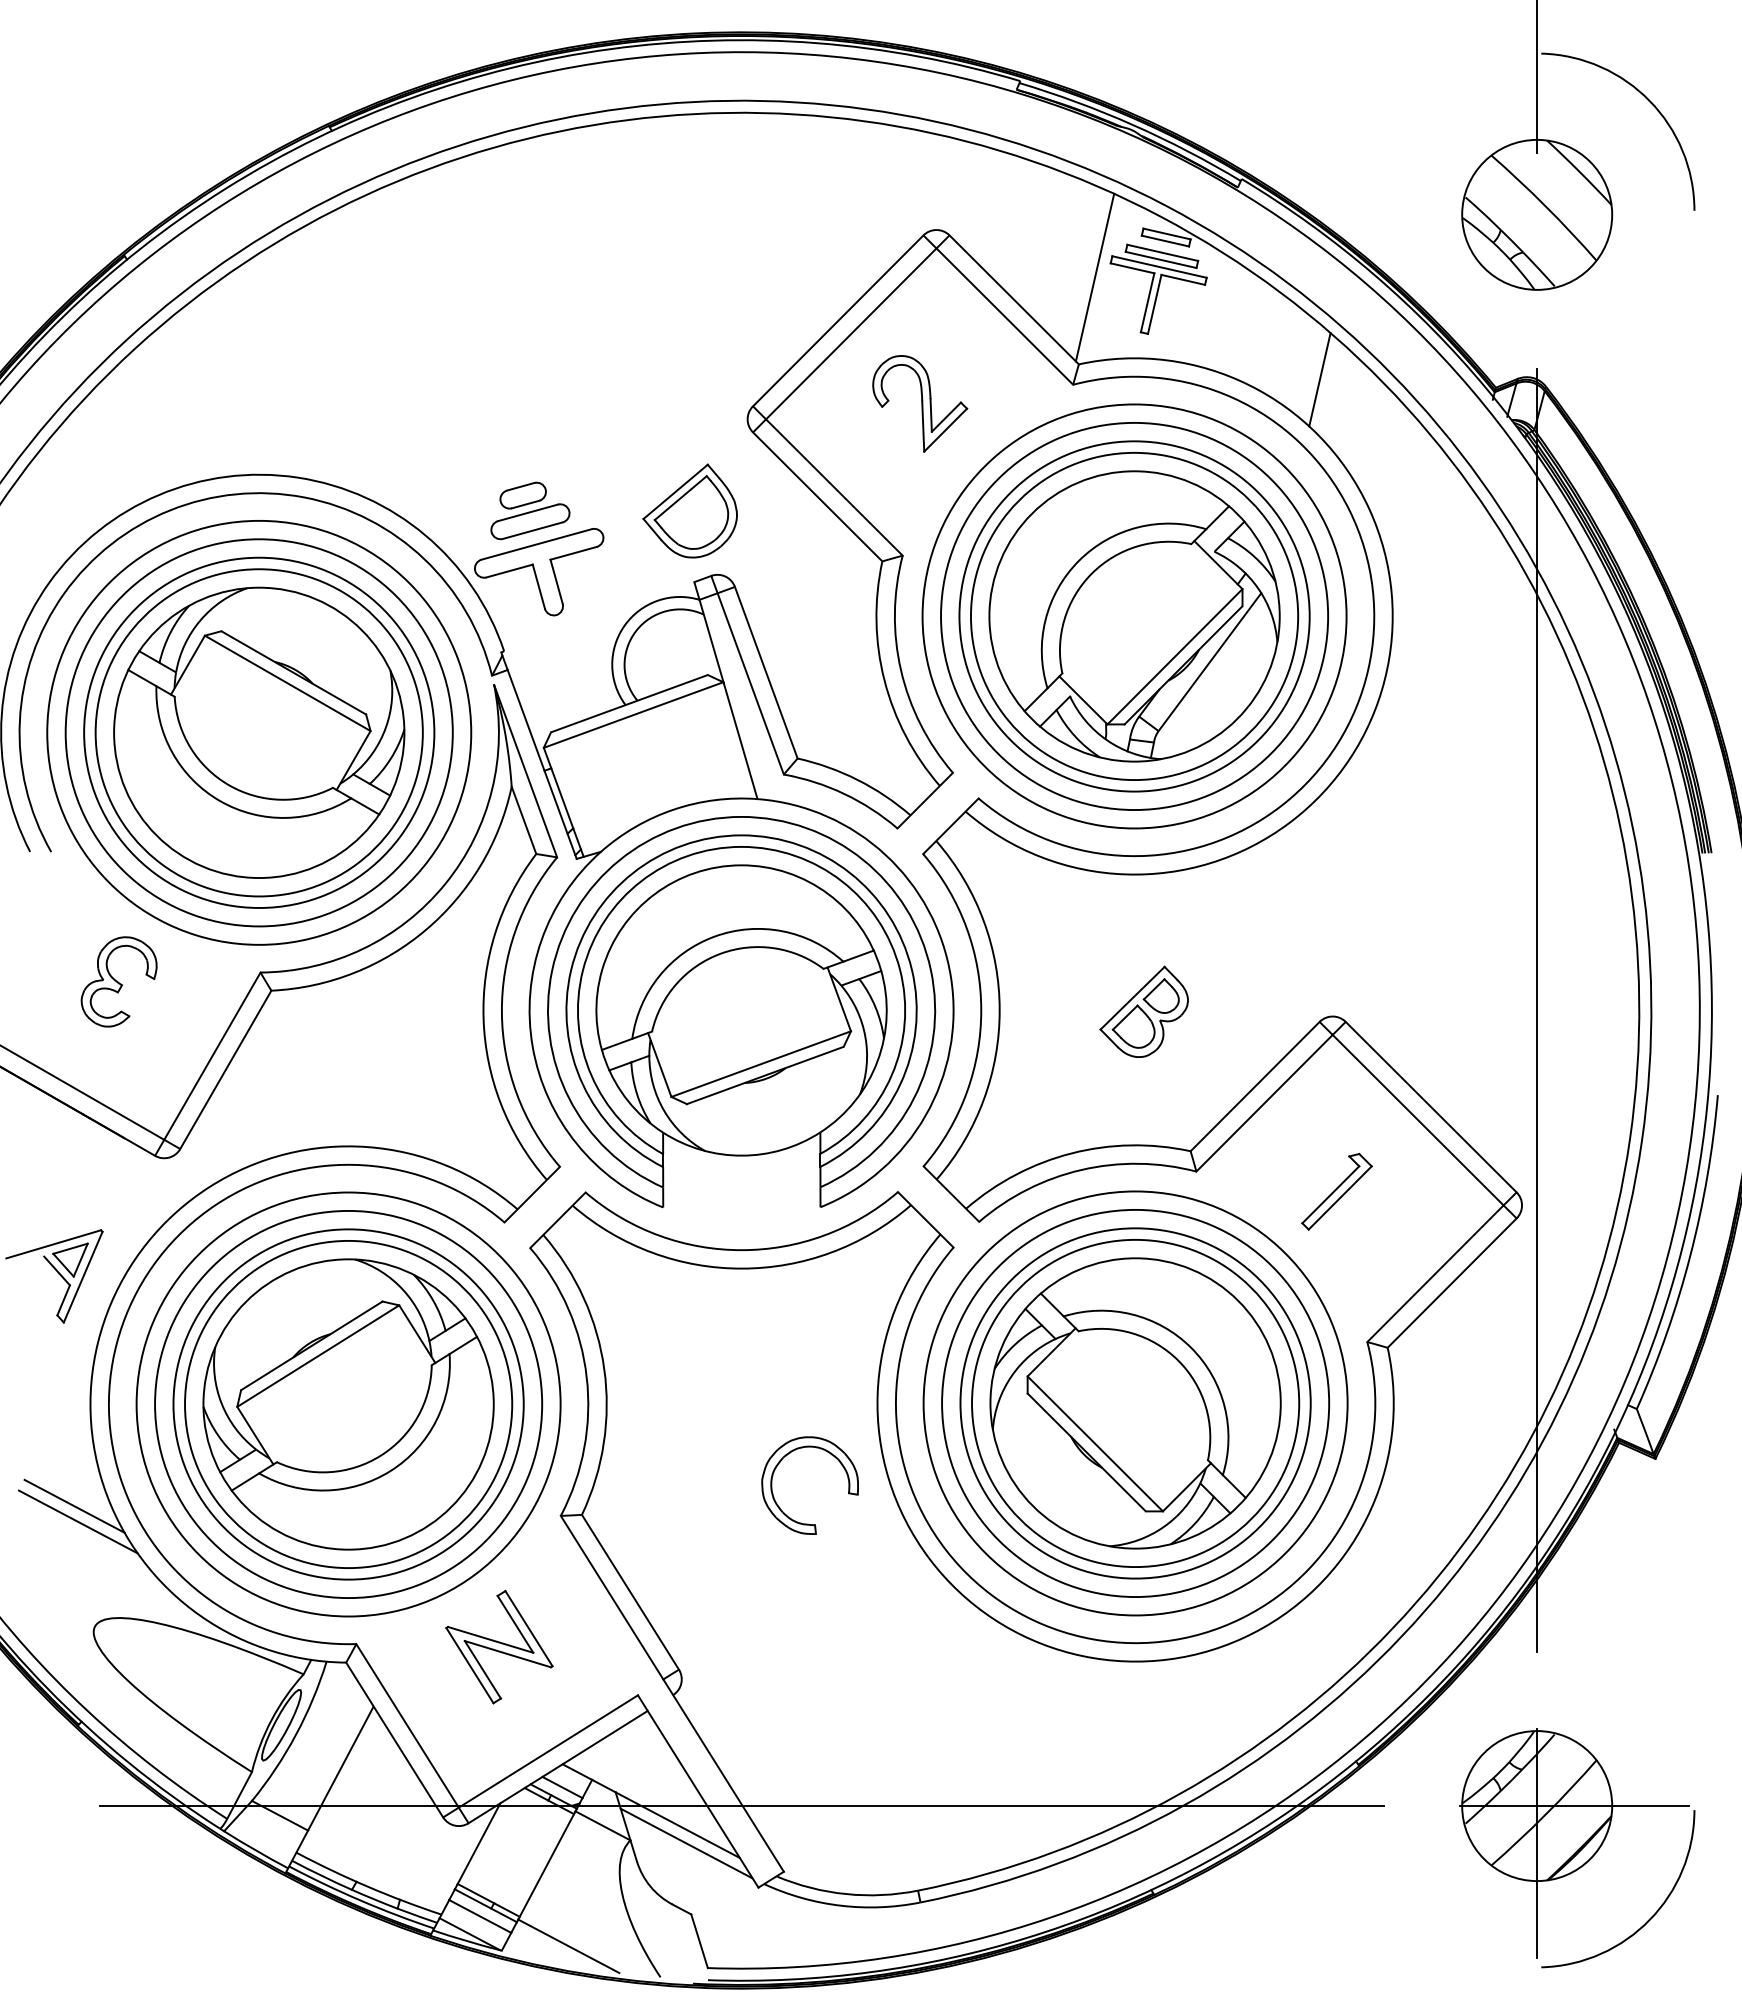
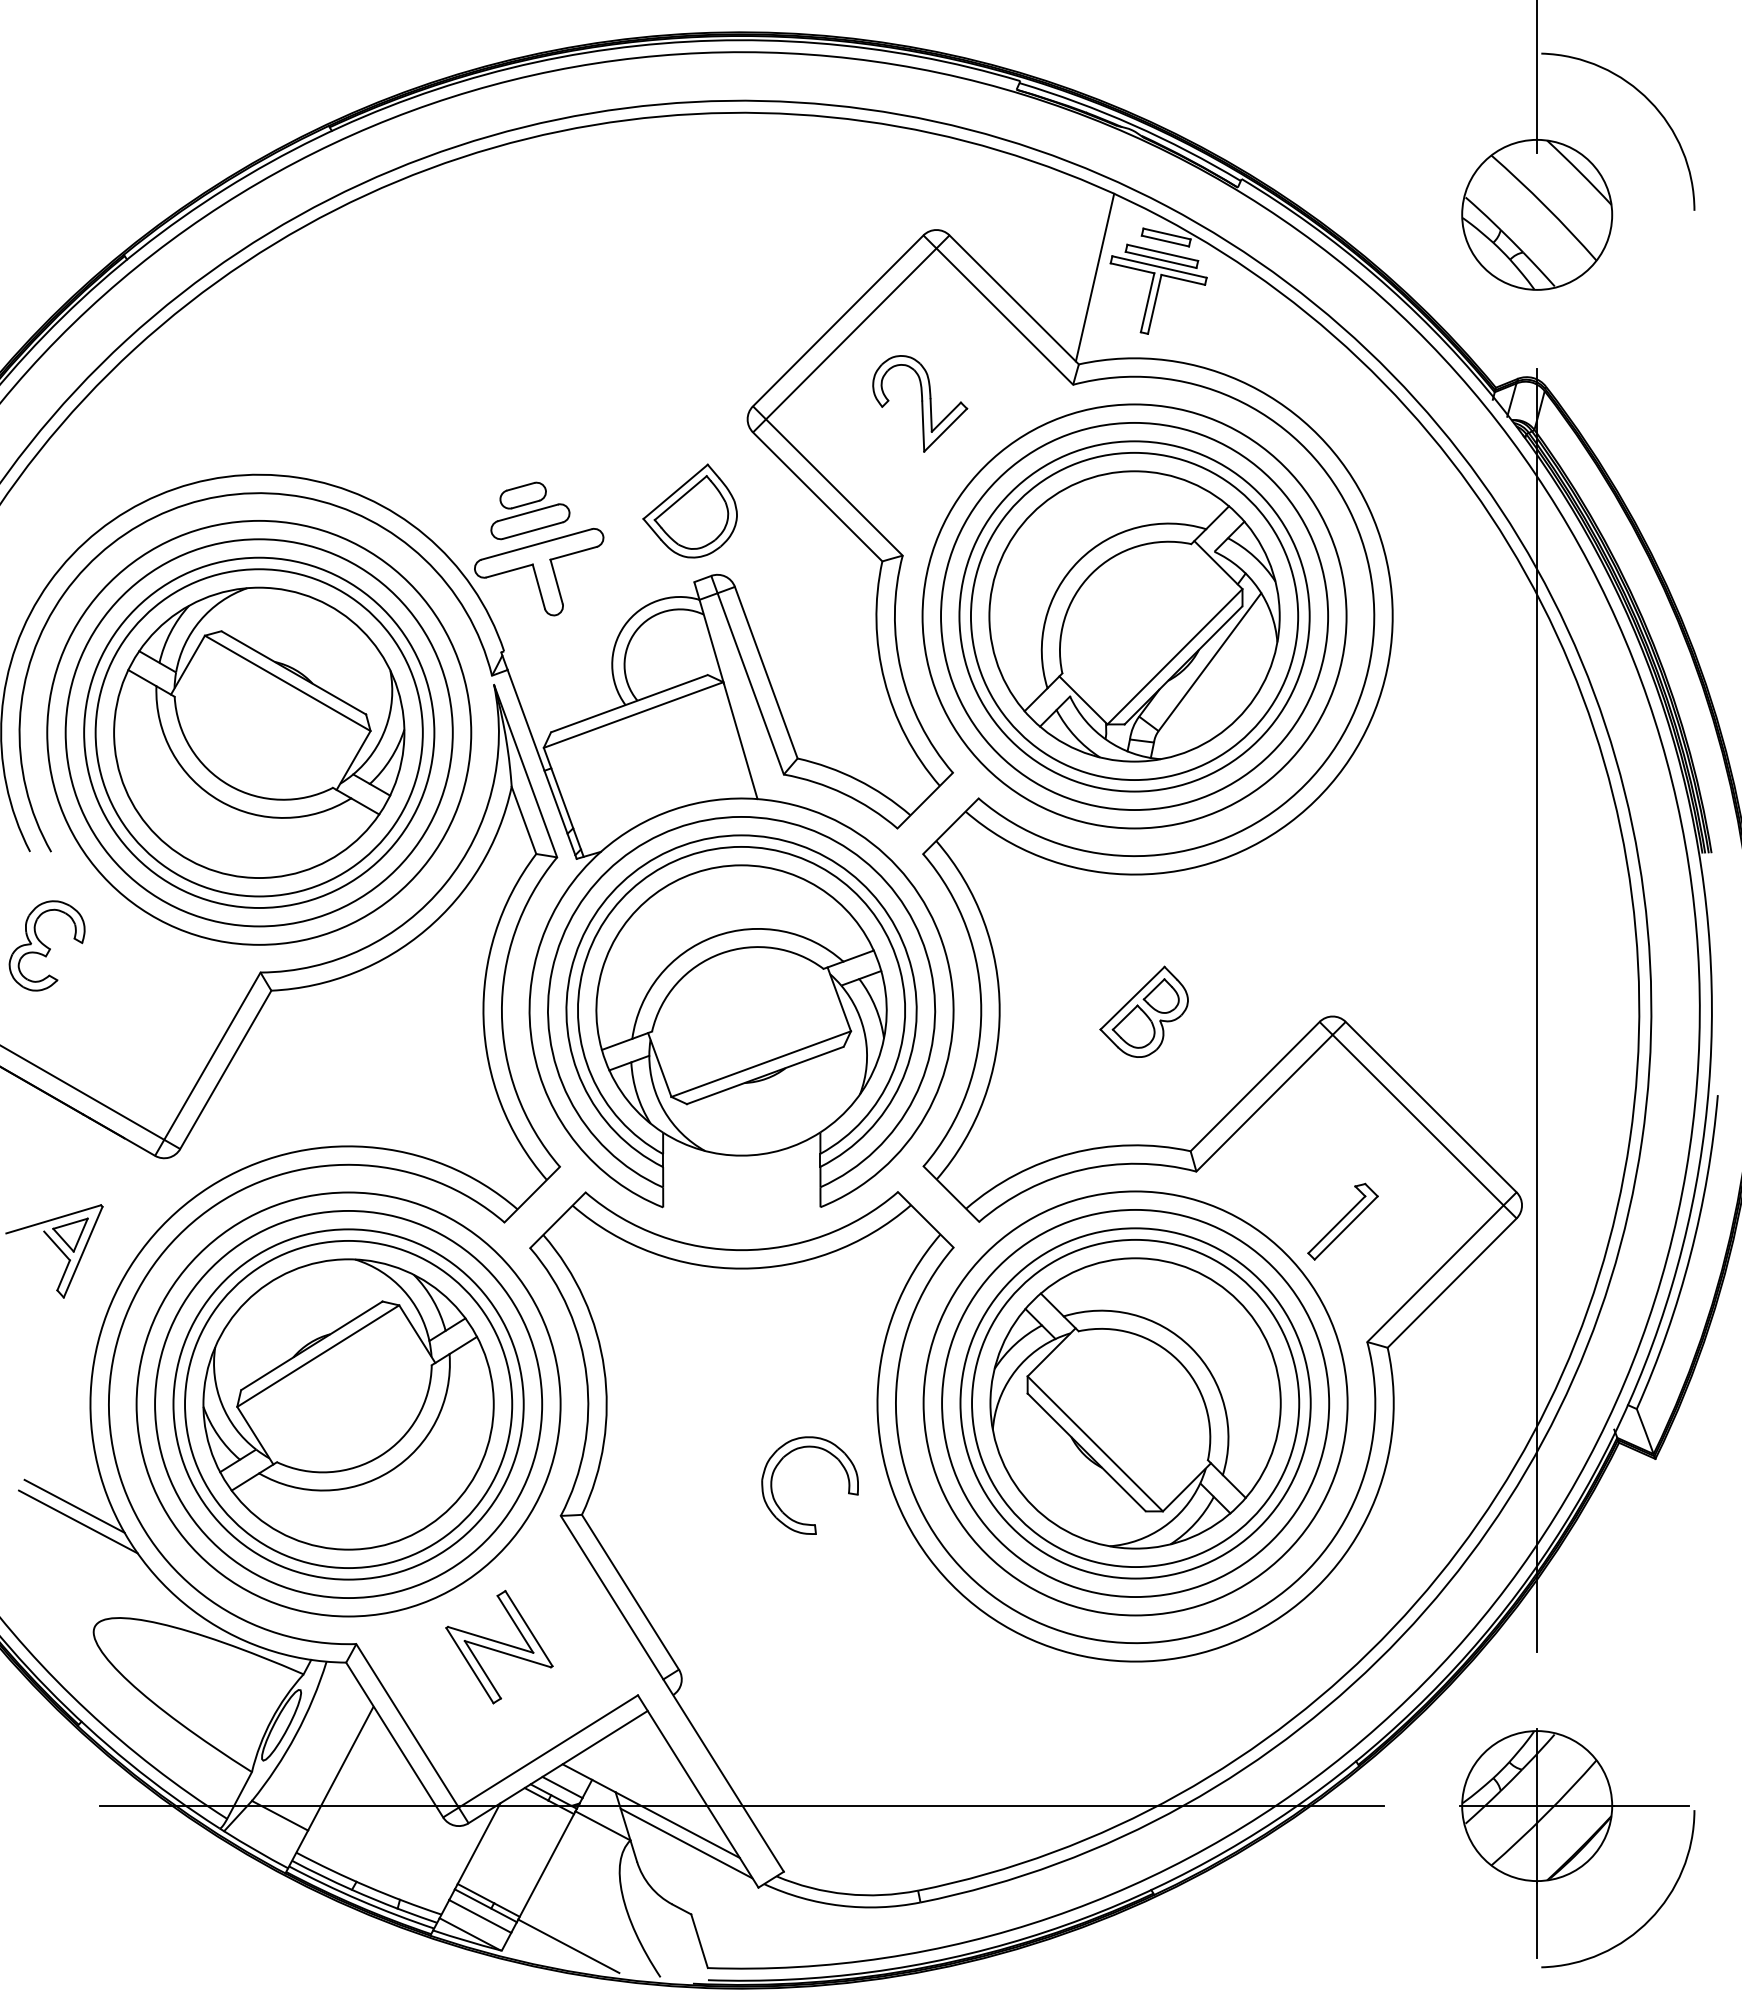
line at (1319, 379): present -> none
part at (118, 981) position: (118, 981) -> (46, 945)
part at (1336, 1191) position: (1336, 1191) -> (1342, 1221)
part at (54, 1276) position: (54, 1276) -> (54, 1251)
